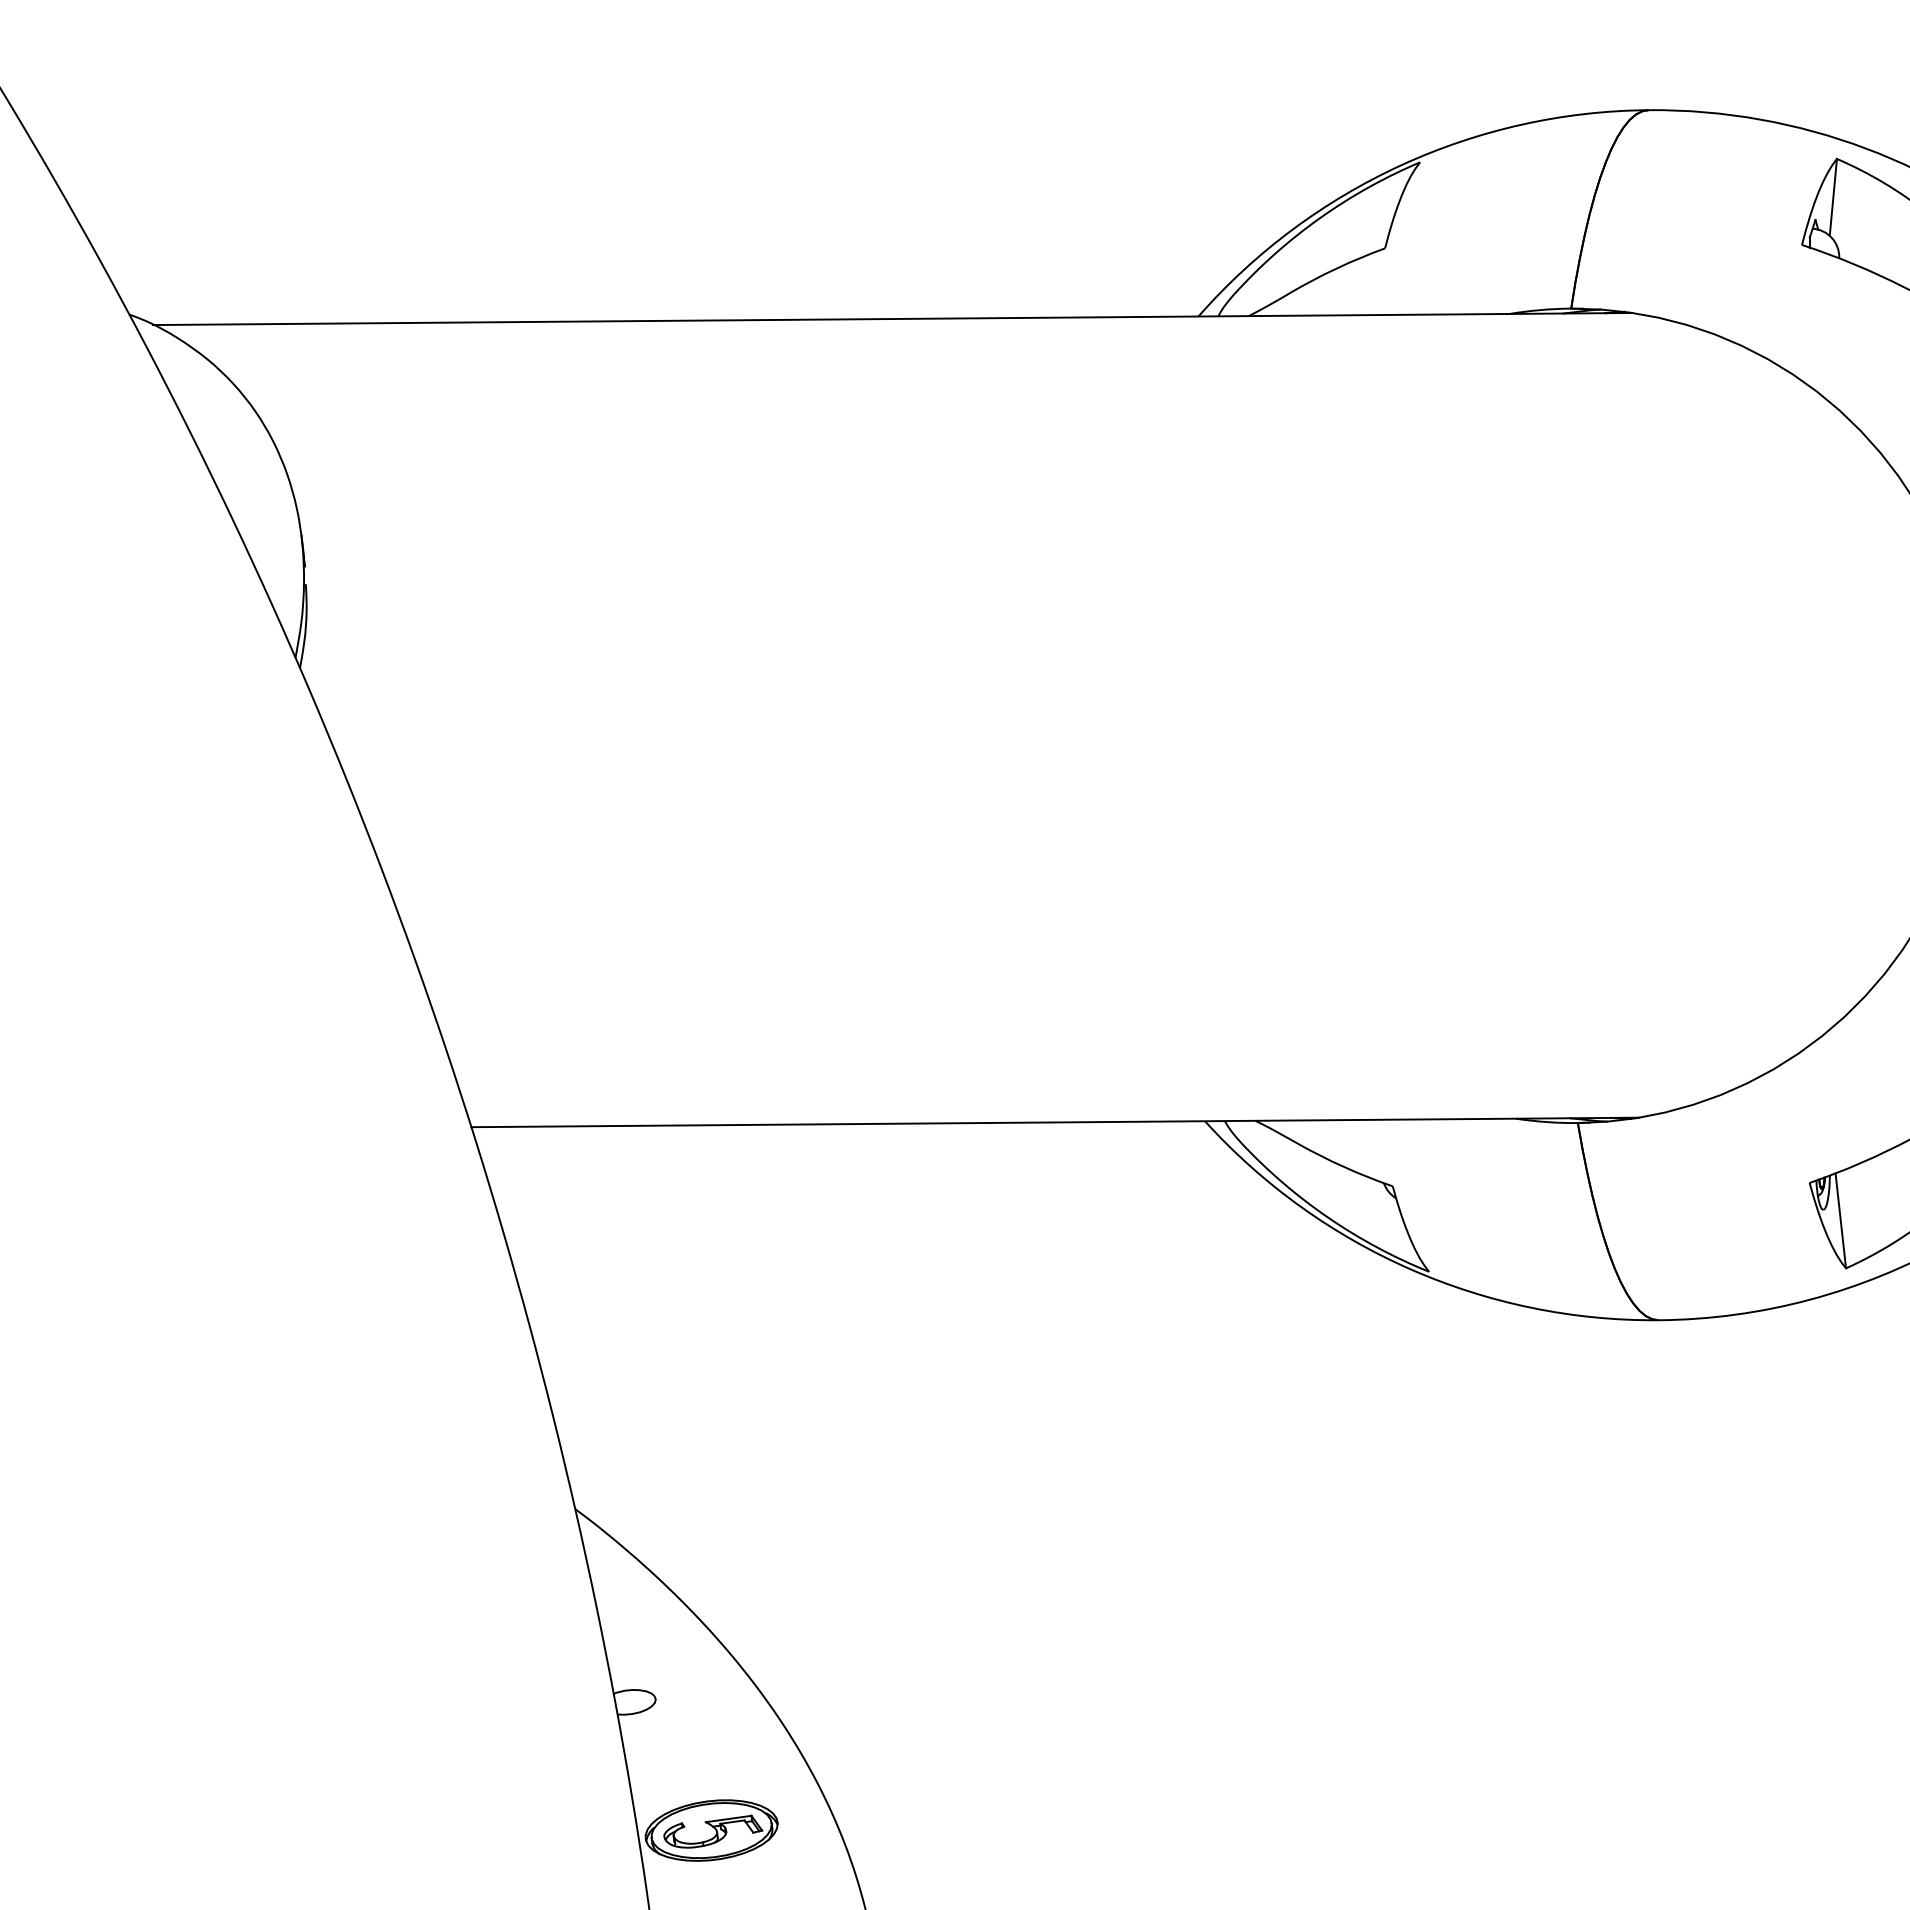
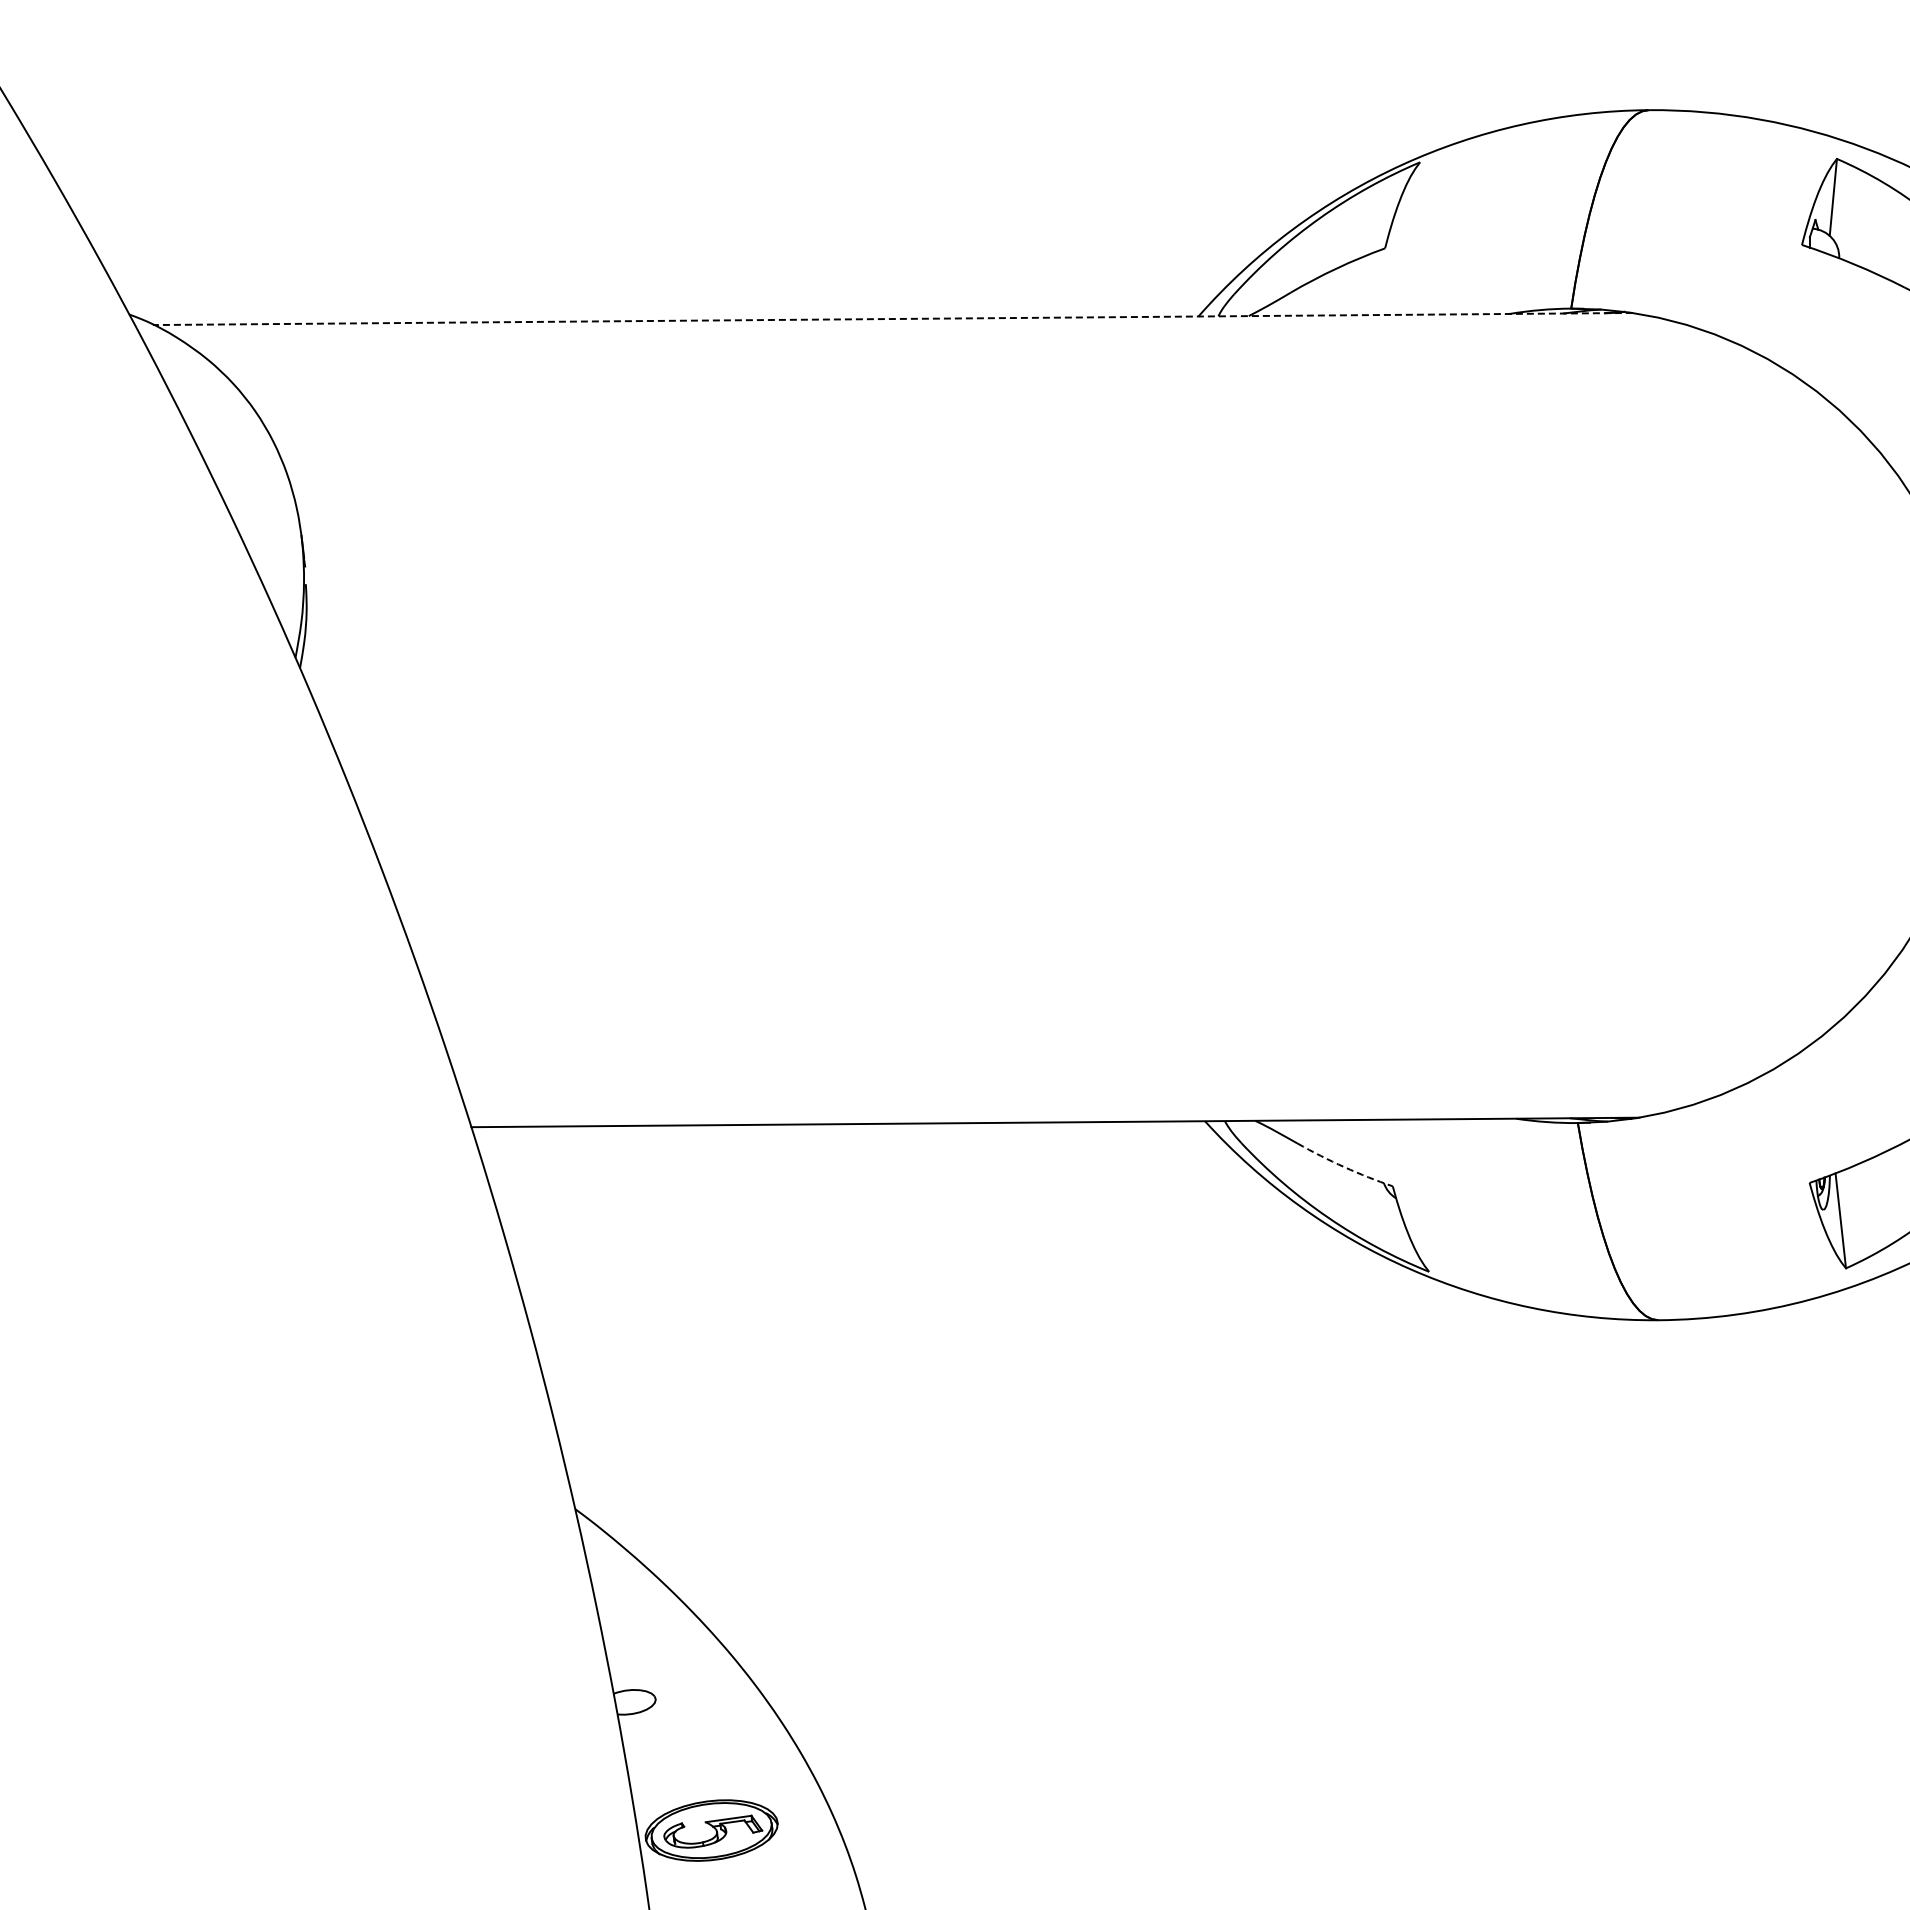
line at (892, 319): solid -> dashed
arc at (1344, 1167): solid -> dashed
